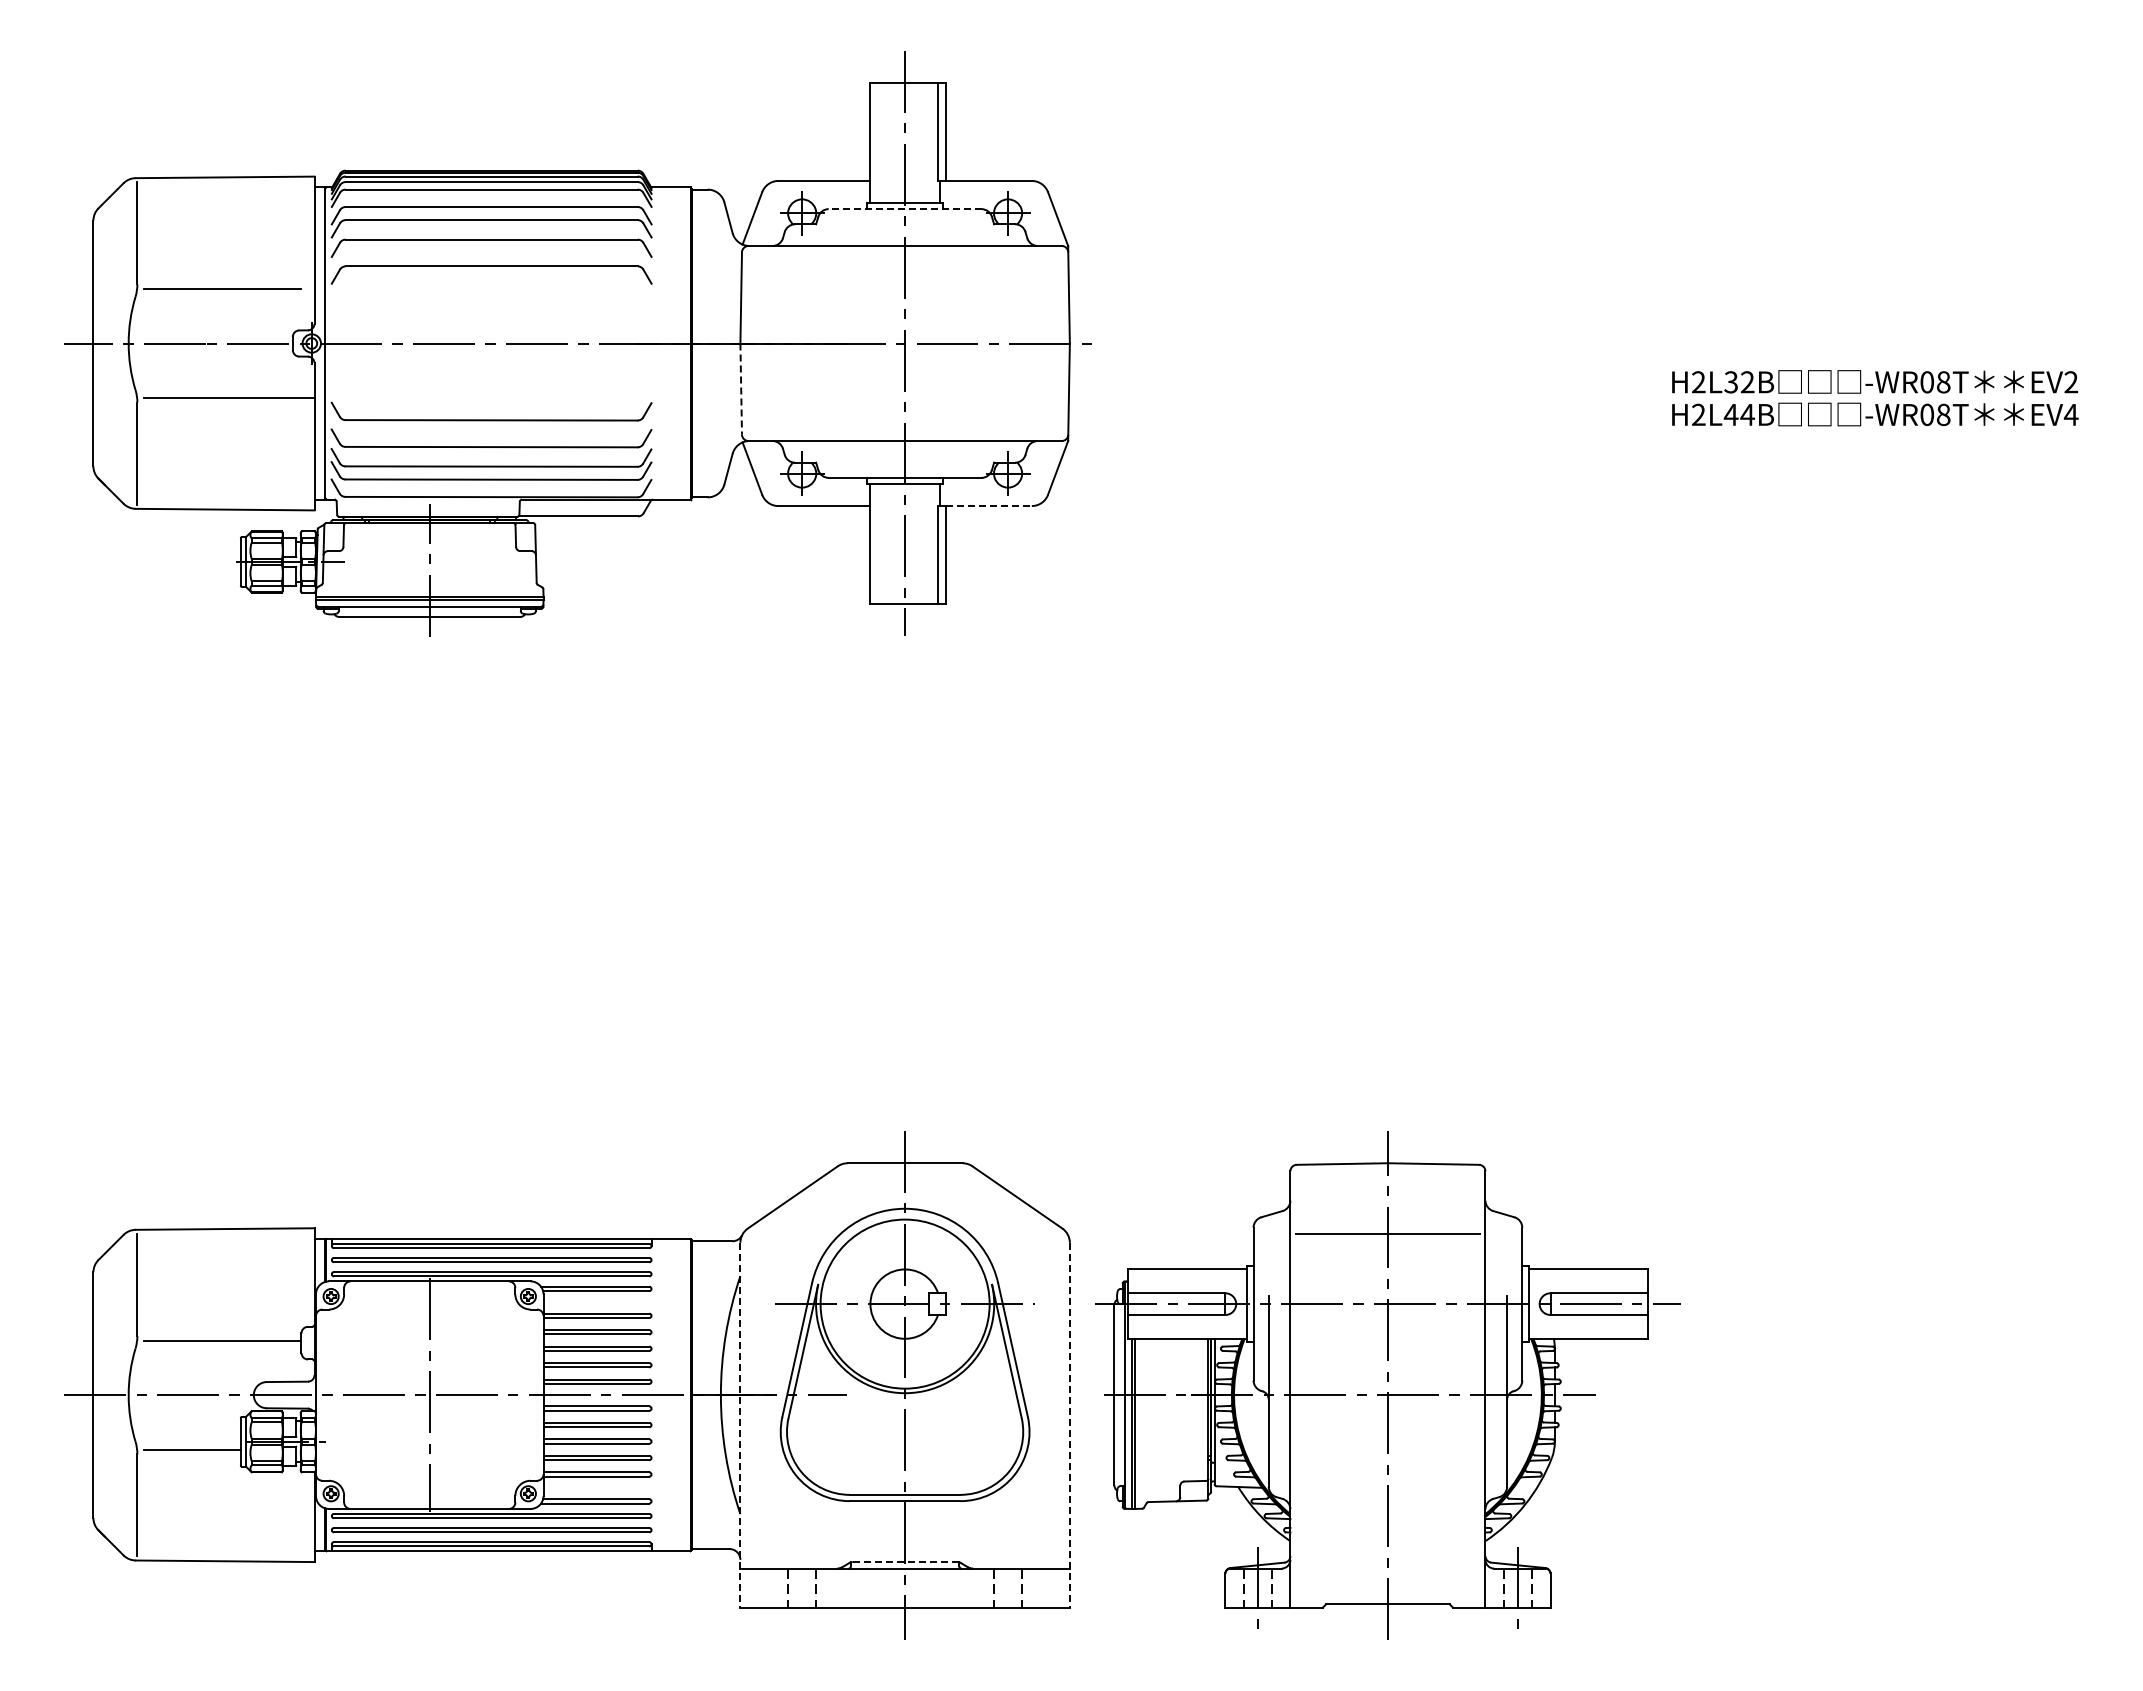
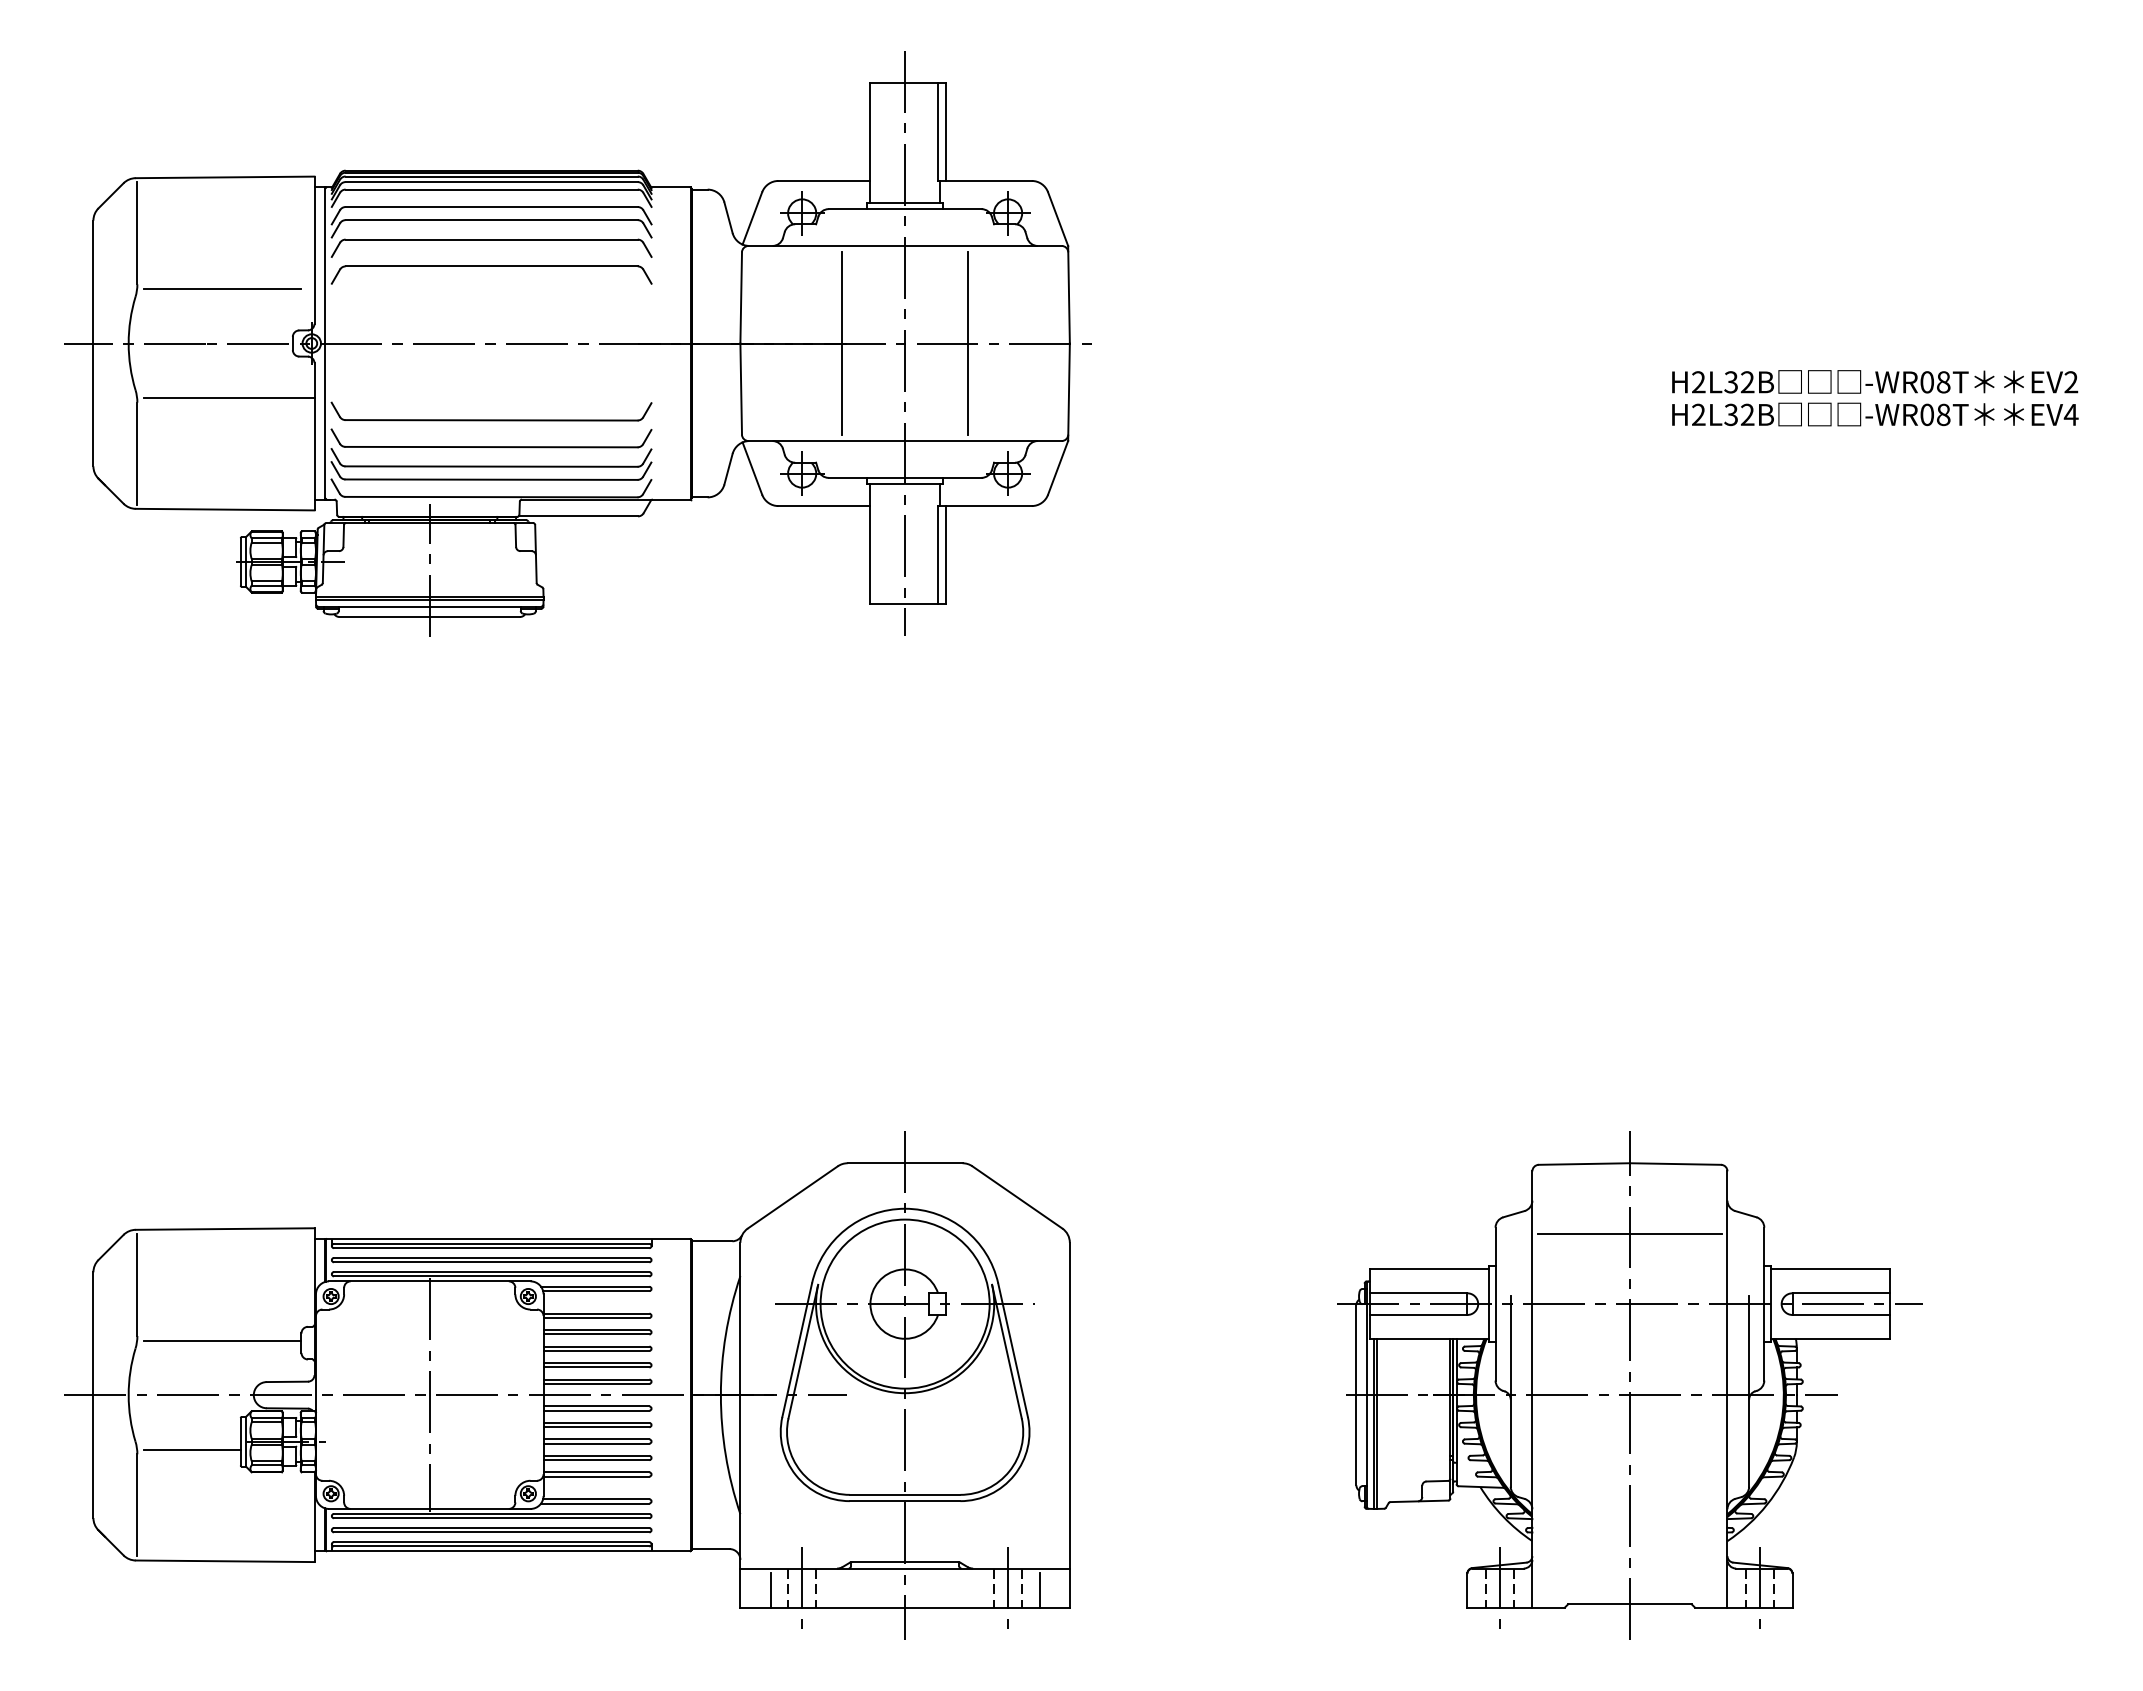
line at (904, 209): dashed -> solid
line at (842, 343): none -> present
line at (967, 343): none -> present
line at (741, 389): dashed -> solid
text at (1738, 414): H2L44B -> H2L32B
line at (989, 506): dashed -> solid
part at (1387, 1385) position: (1387, 1385) -> (1629, 1385)
line at (740, 1425): dashed -> solid
line at (1069, 1425): dashed -> solid
line at (905, 1562): dashed -> solid
line at (802, 1587): none -> present
line at (1008, 1587): none -> present
line at (770, 1590): none -> present
line at (1039, 1590): none -> present
